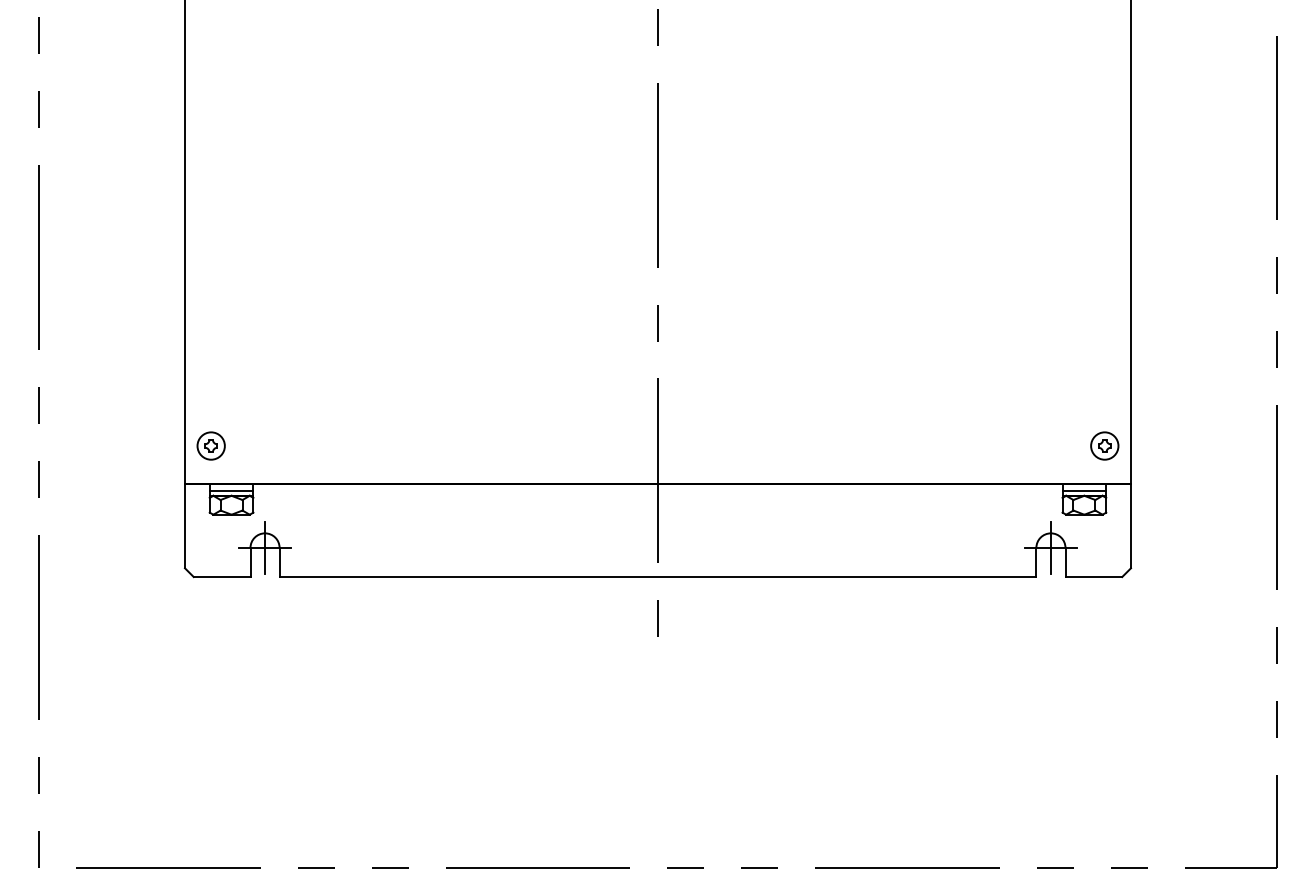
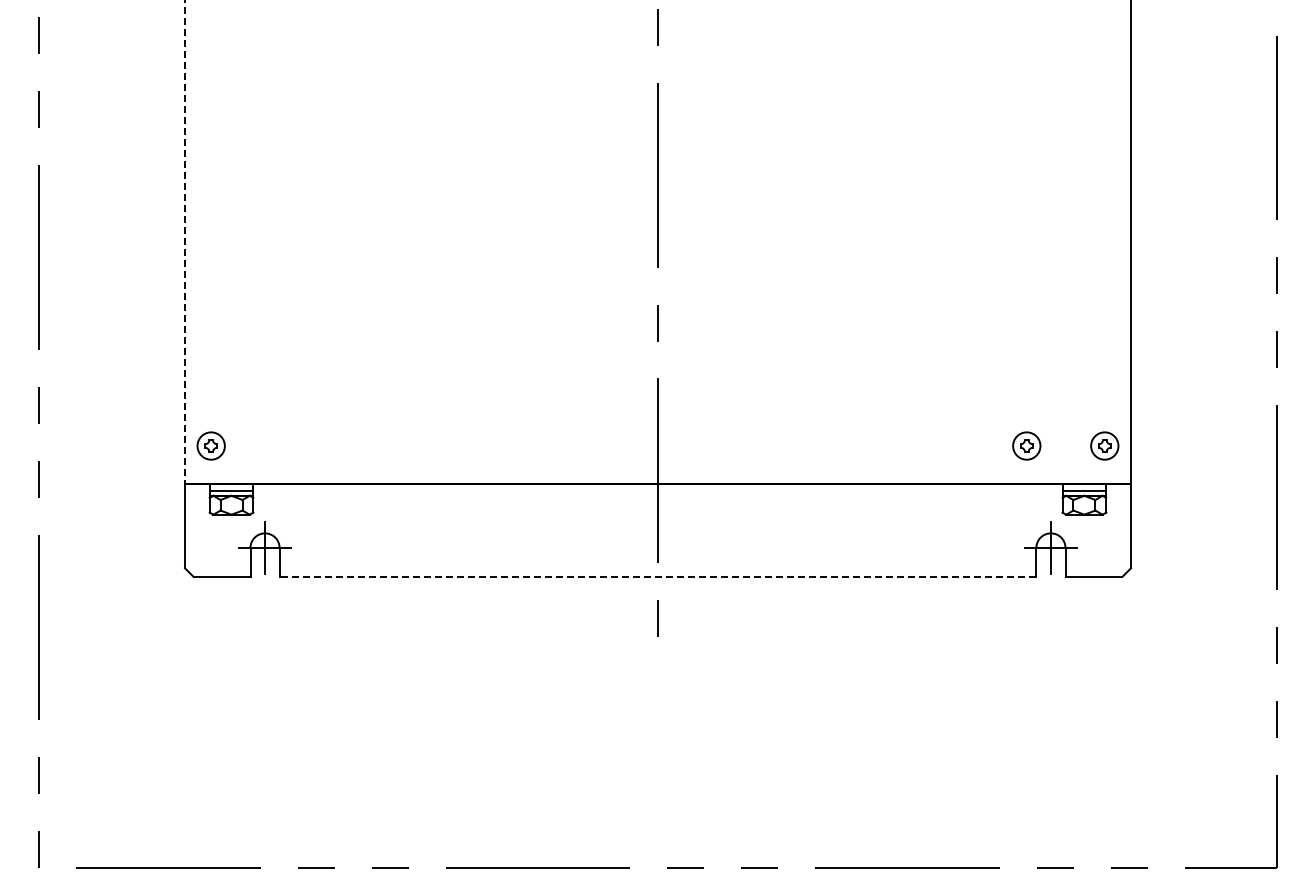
line at (185, 242): solid -> dashed
part at (1026, 445): none -> present
line at (657, 577): solid -> dashed
